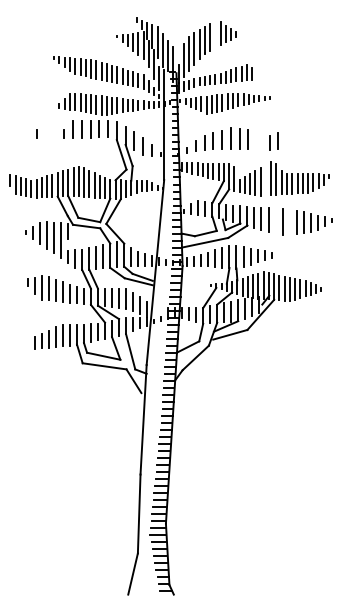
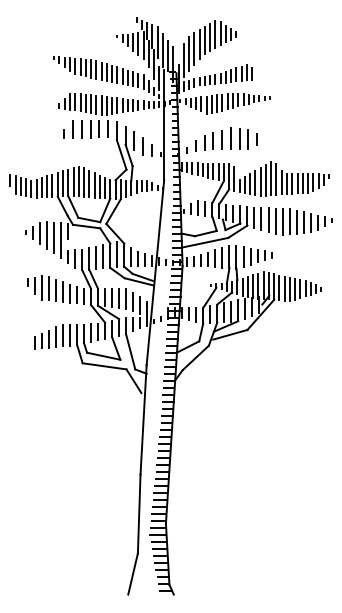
line at (215, 34): none -> present
line at (36, 133): present -> none
line at (256, 139): none -> present
part at (273, 141): present -> none
line at (265, 180): none -> present
line at (275, 220): none -> present
line at (289, 221): none -> present
